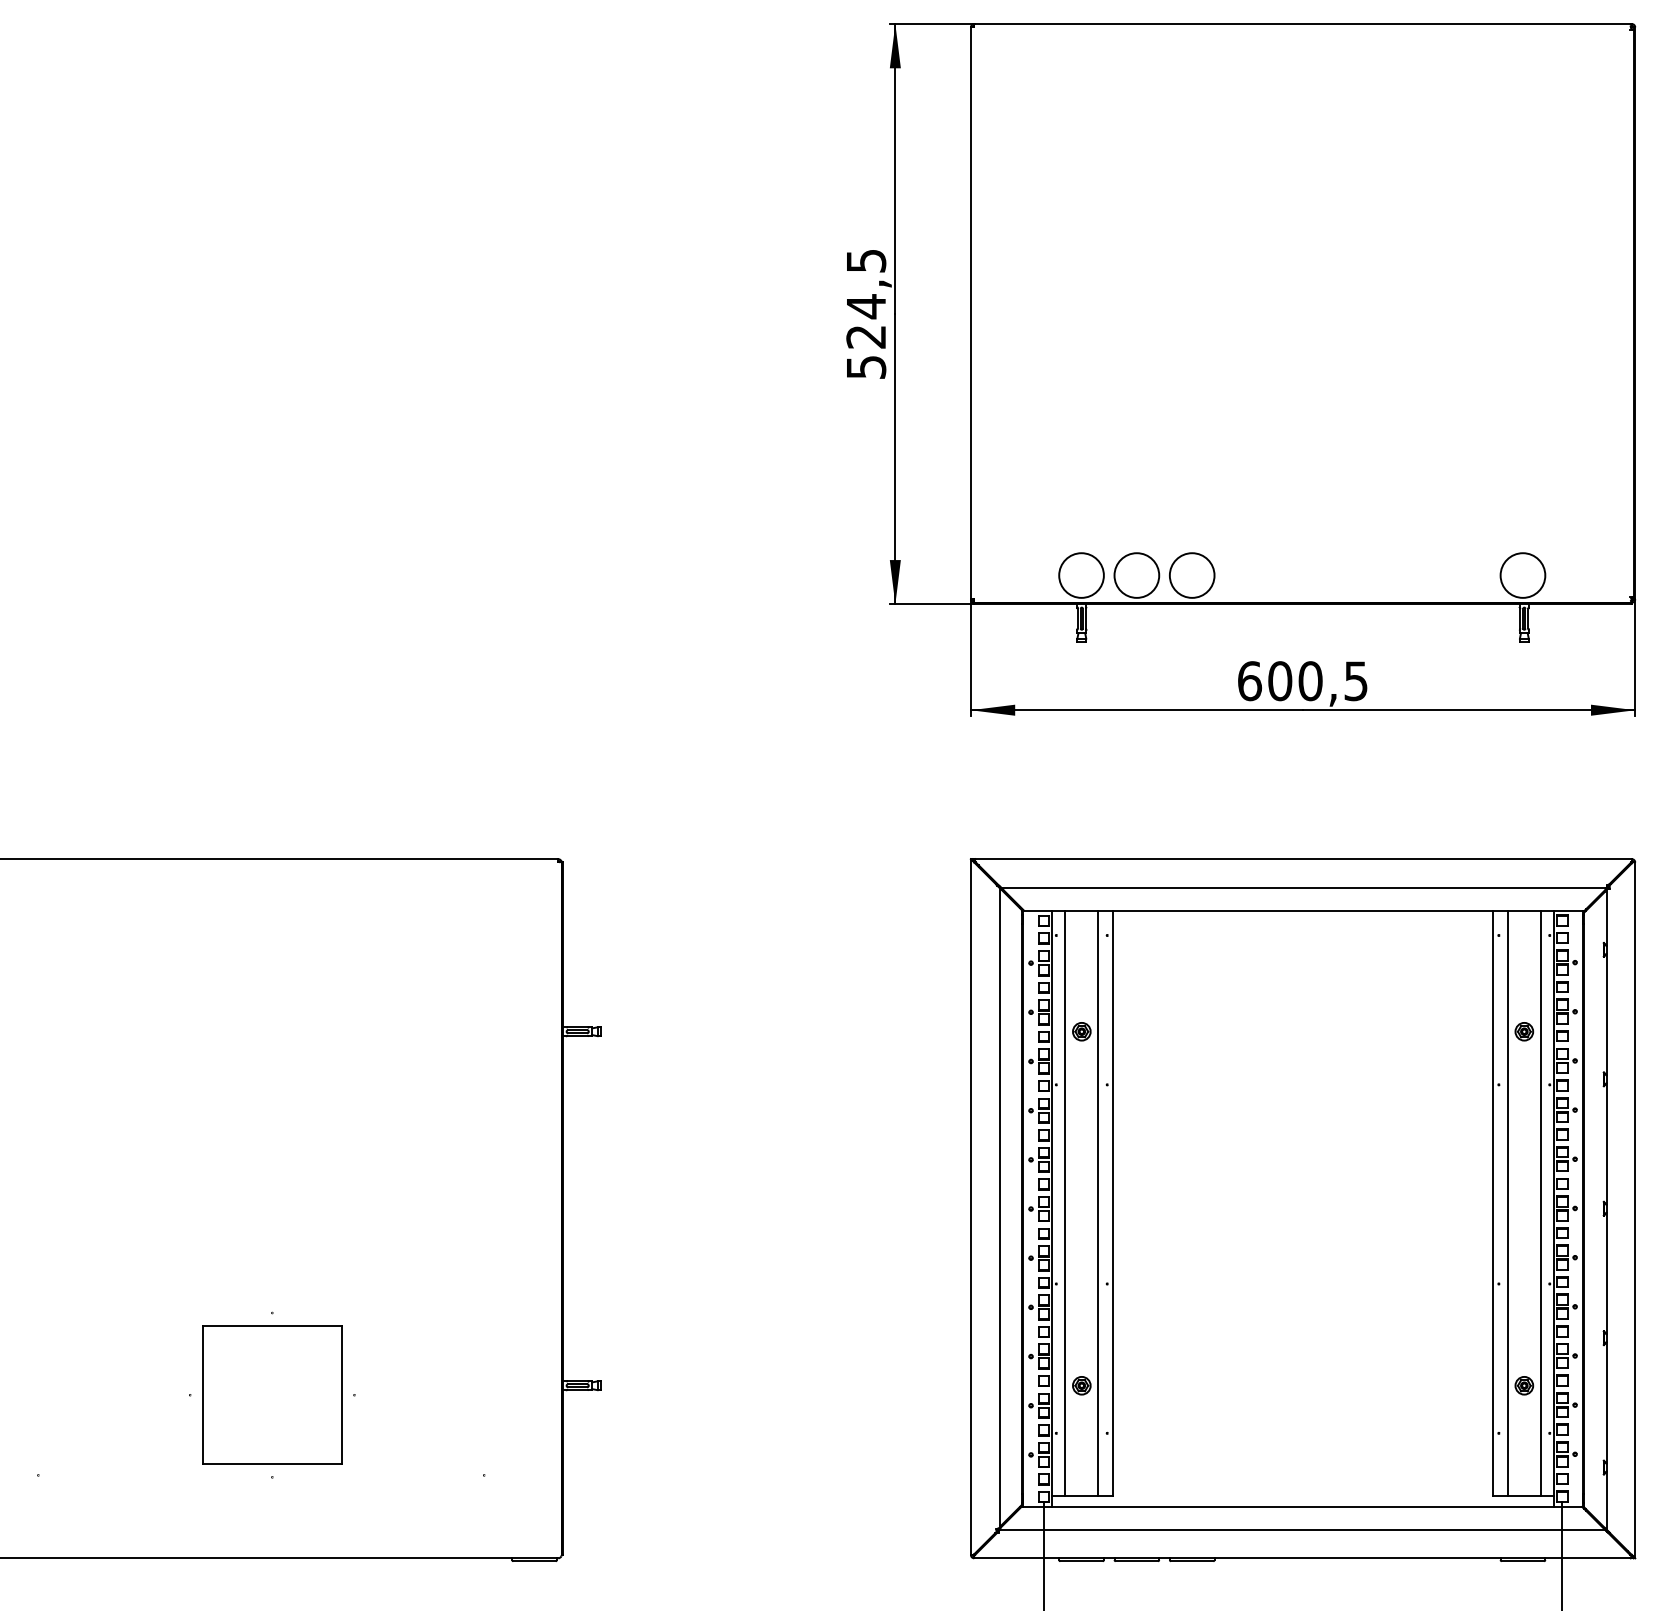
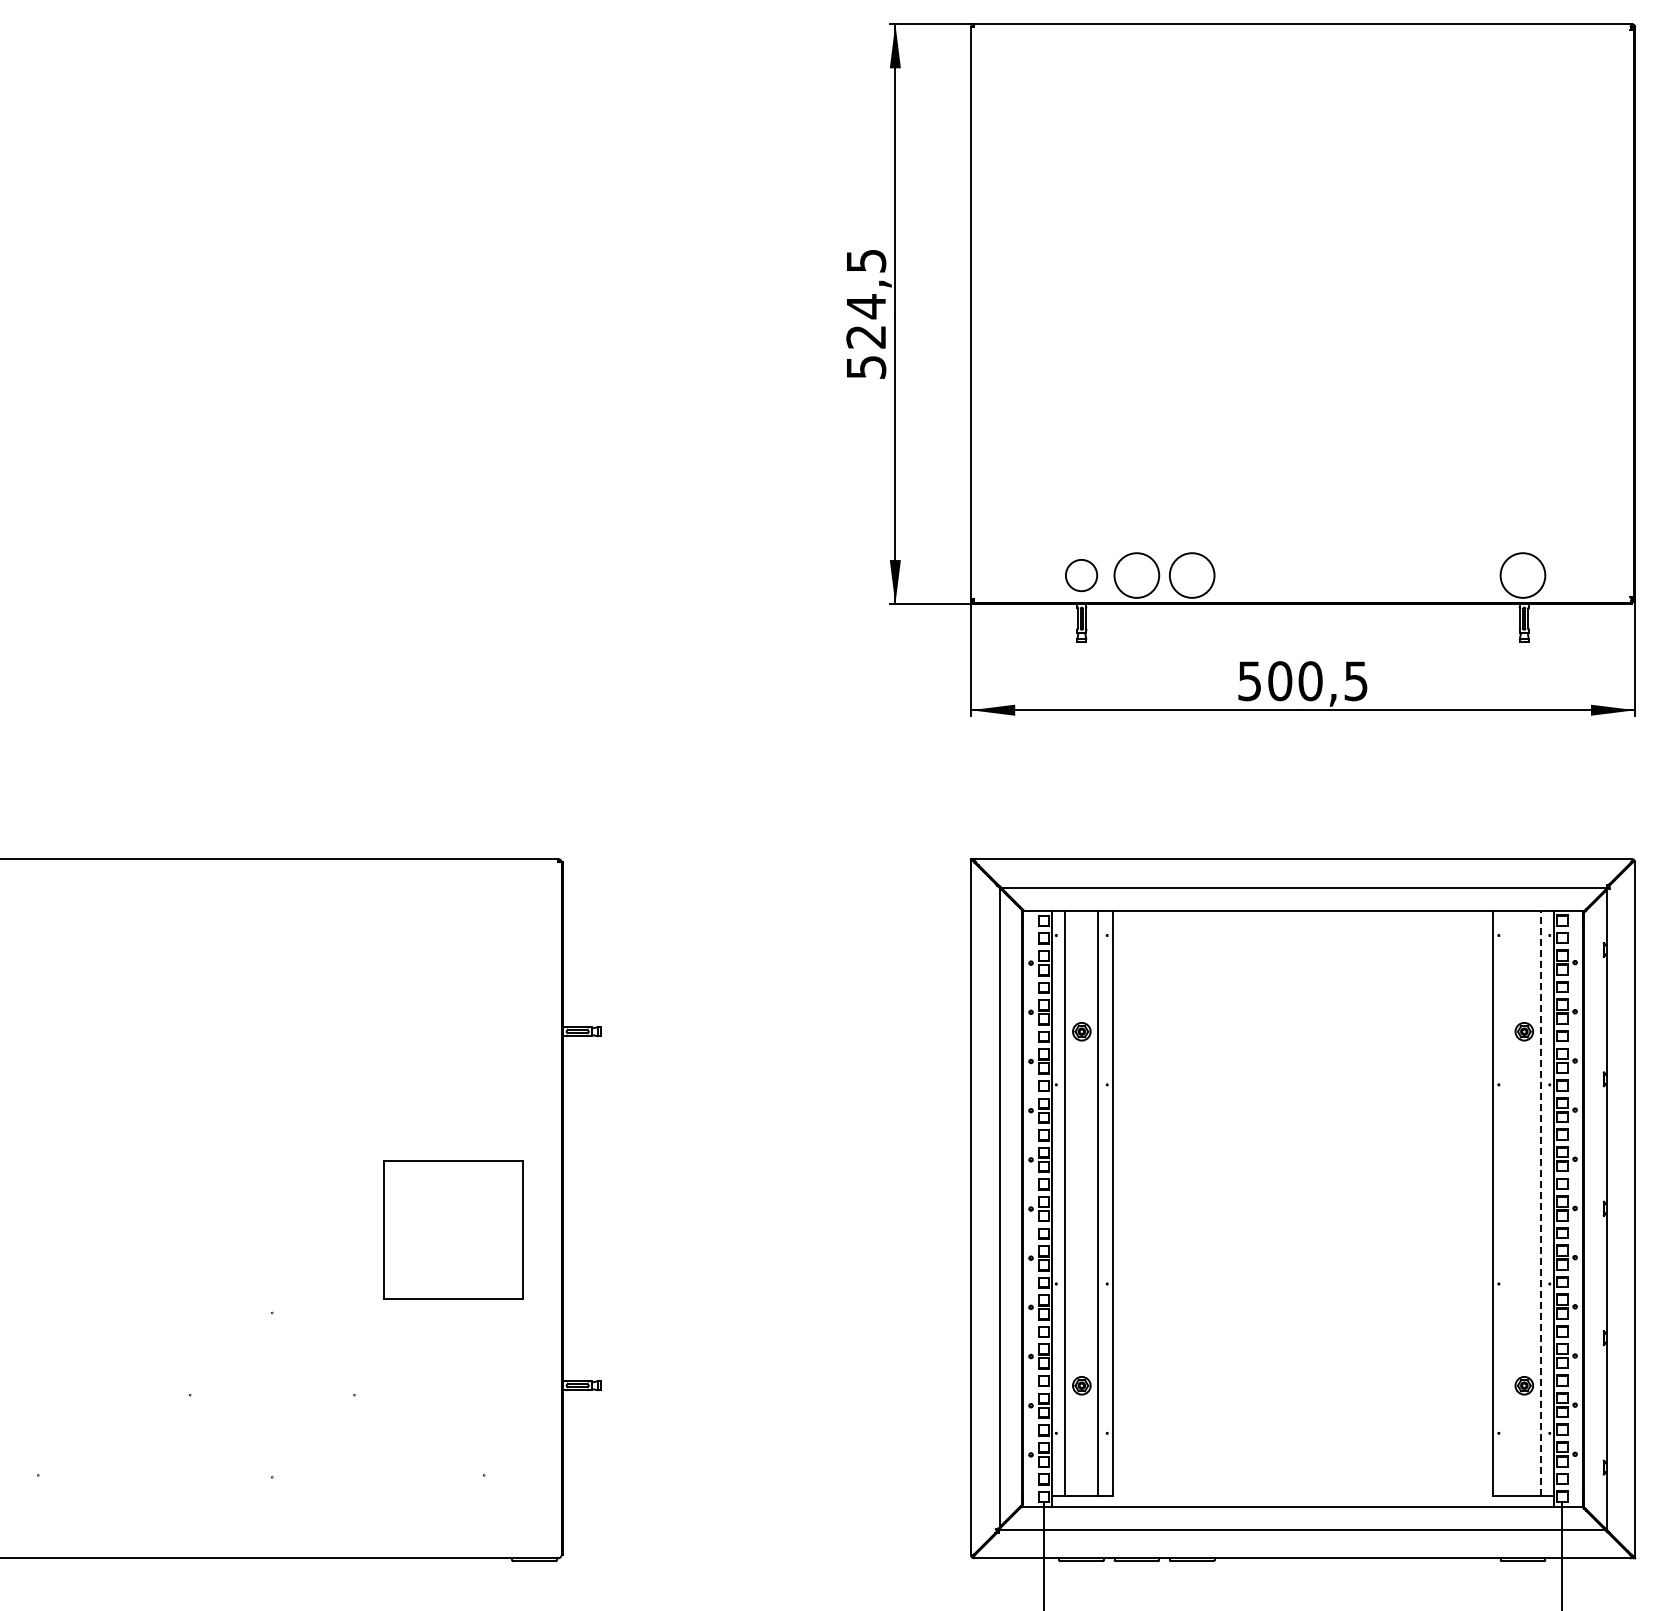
circle at (1081, 575) diameter: 45 px -> 31 px
text at (1250, 681): 600,5 -> 500,5
line at (1507, 1203): present -> none
line at (1540, 1203): solid -> dashed
part at (272, 1394) position: (272, 1394) -> (453, 1229)
